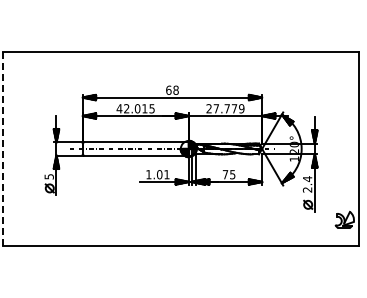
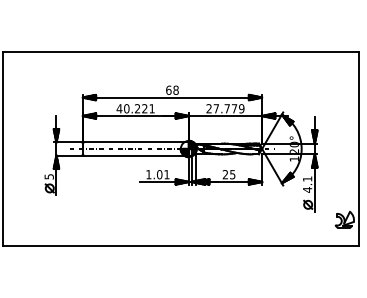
text at (139, 108): 42.015 -> 40.221
line at (2, 149): dashed -> solid
text at (225, 174): 75 -> 25
text at (307, 184): 2.4 -> 4.1
